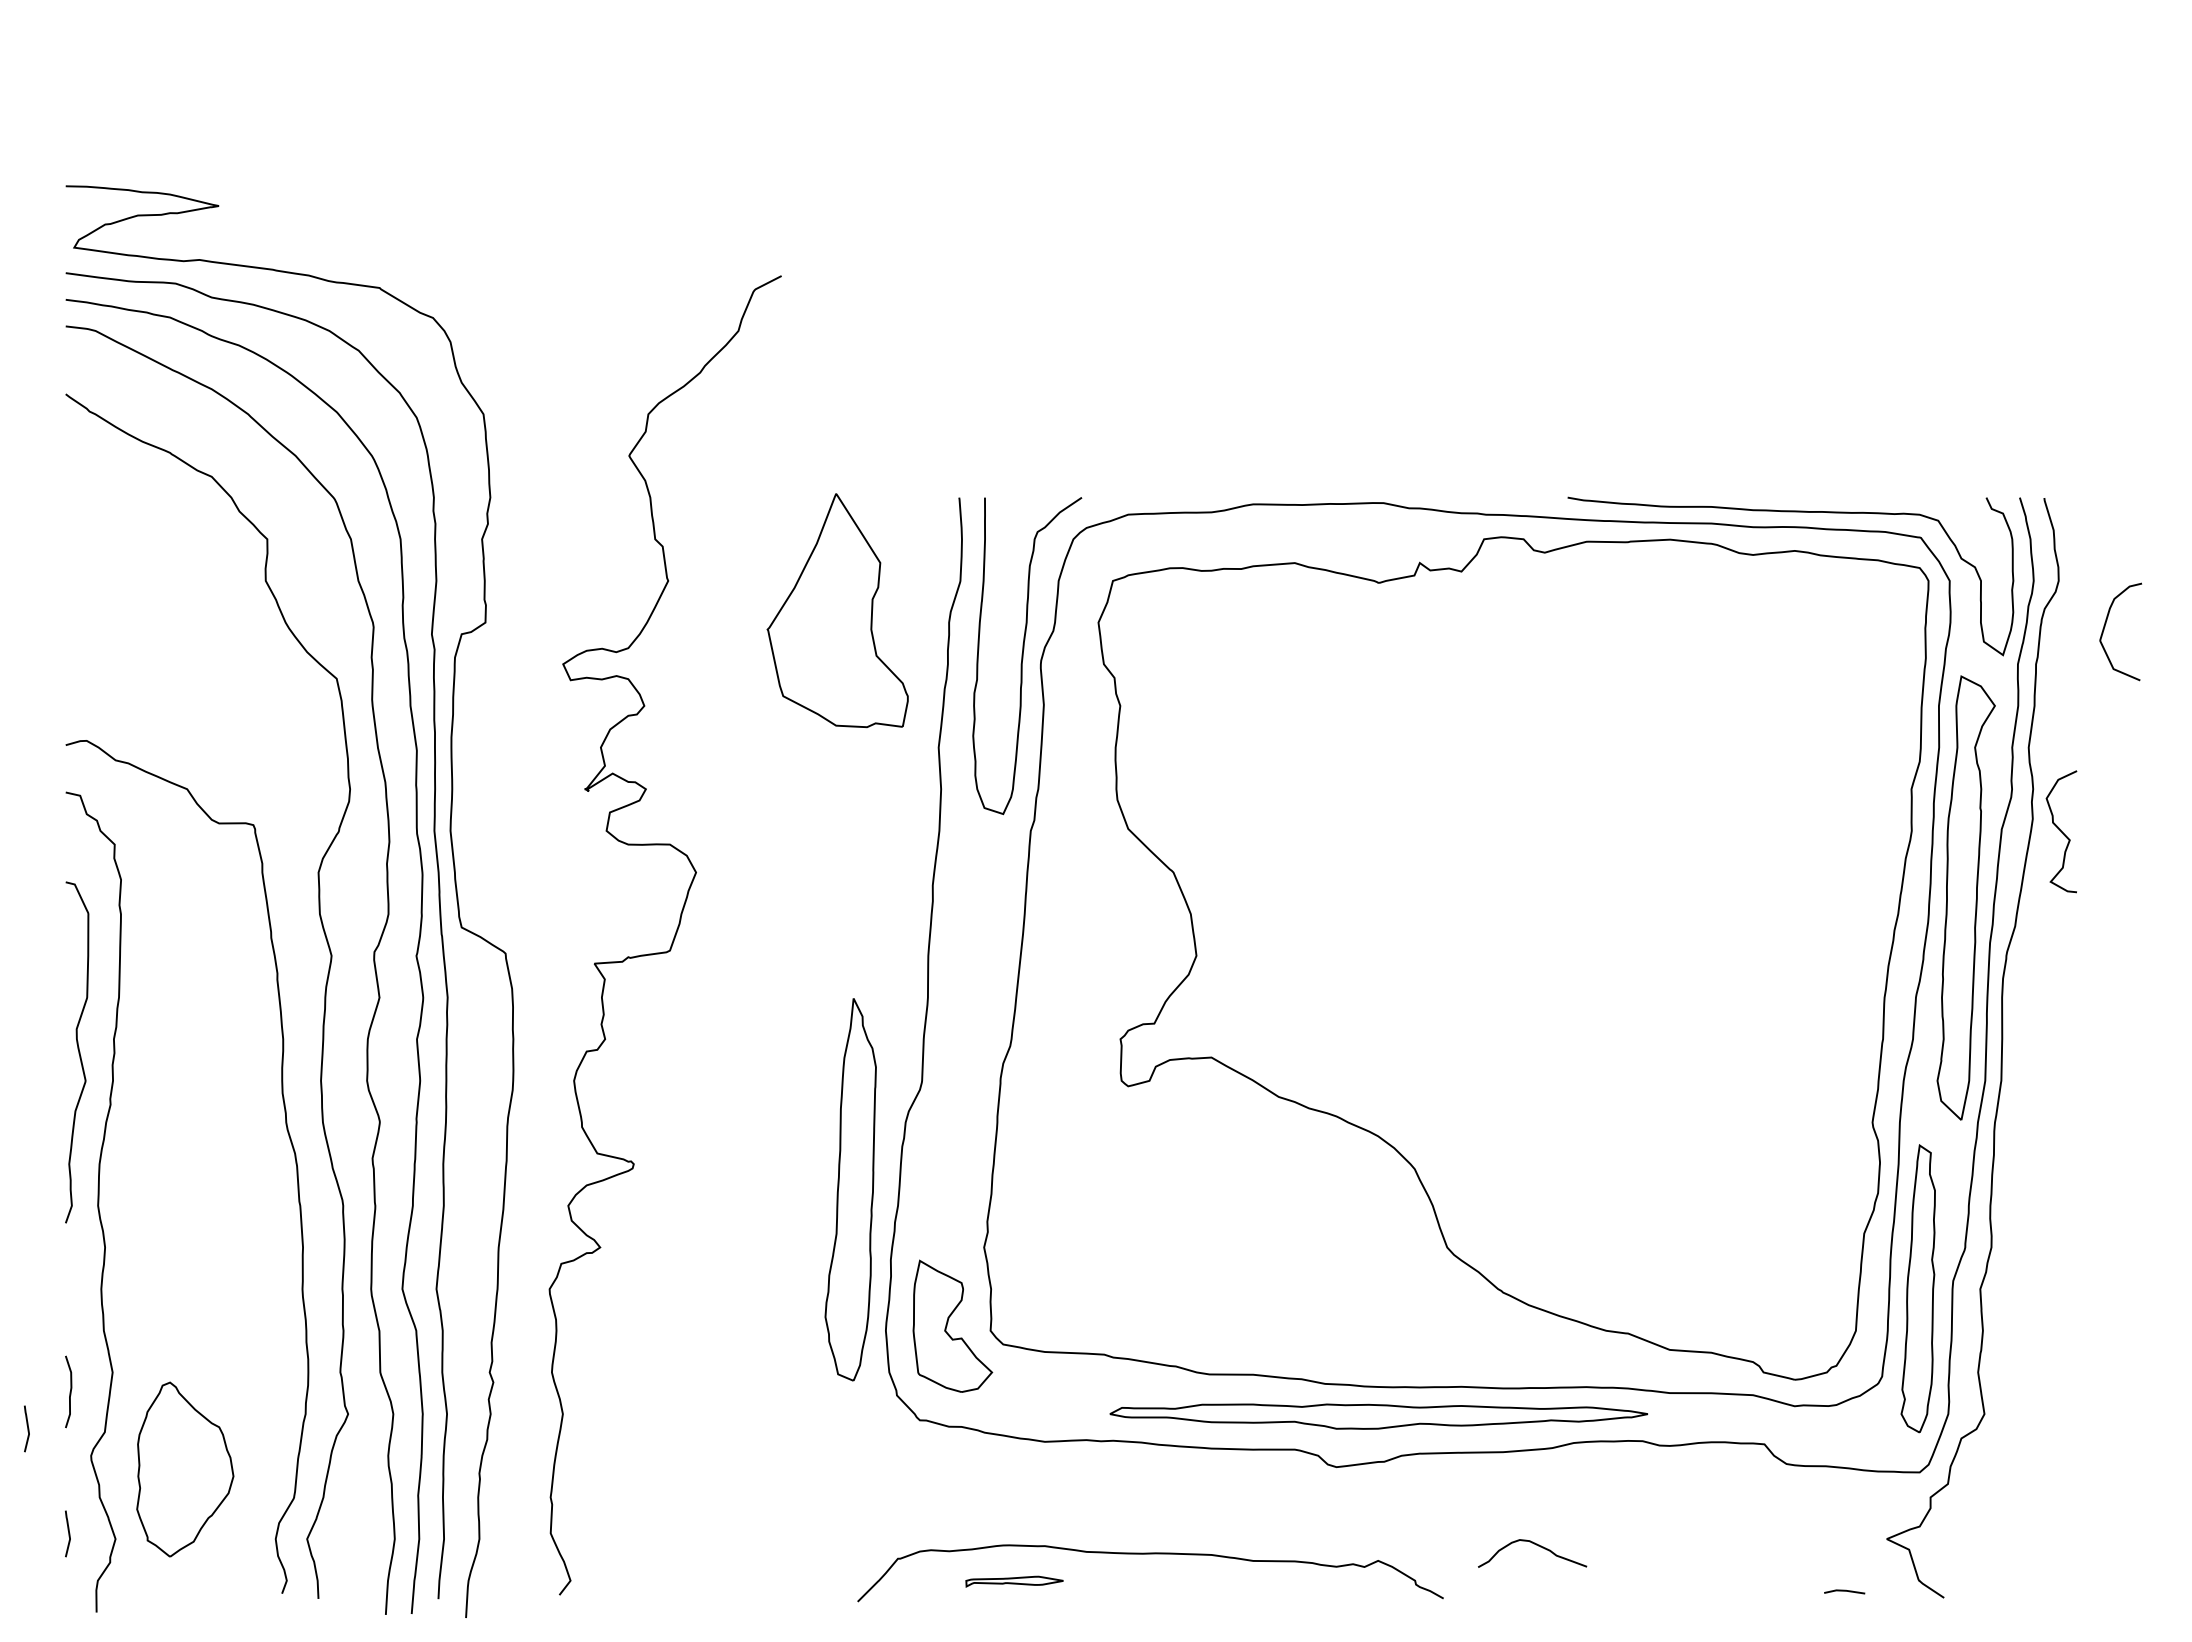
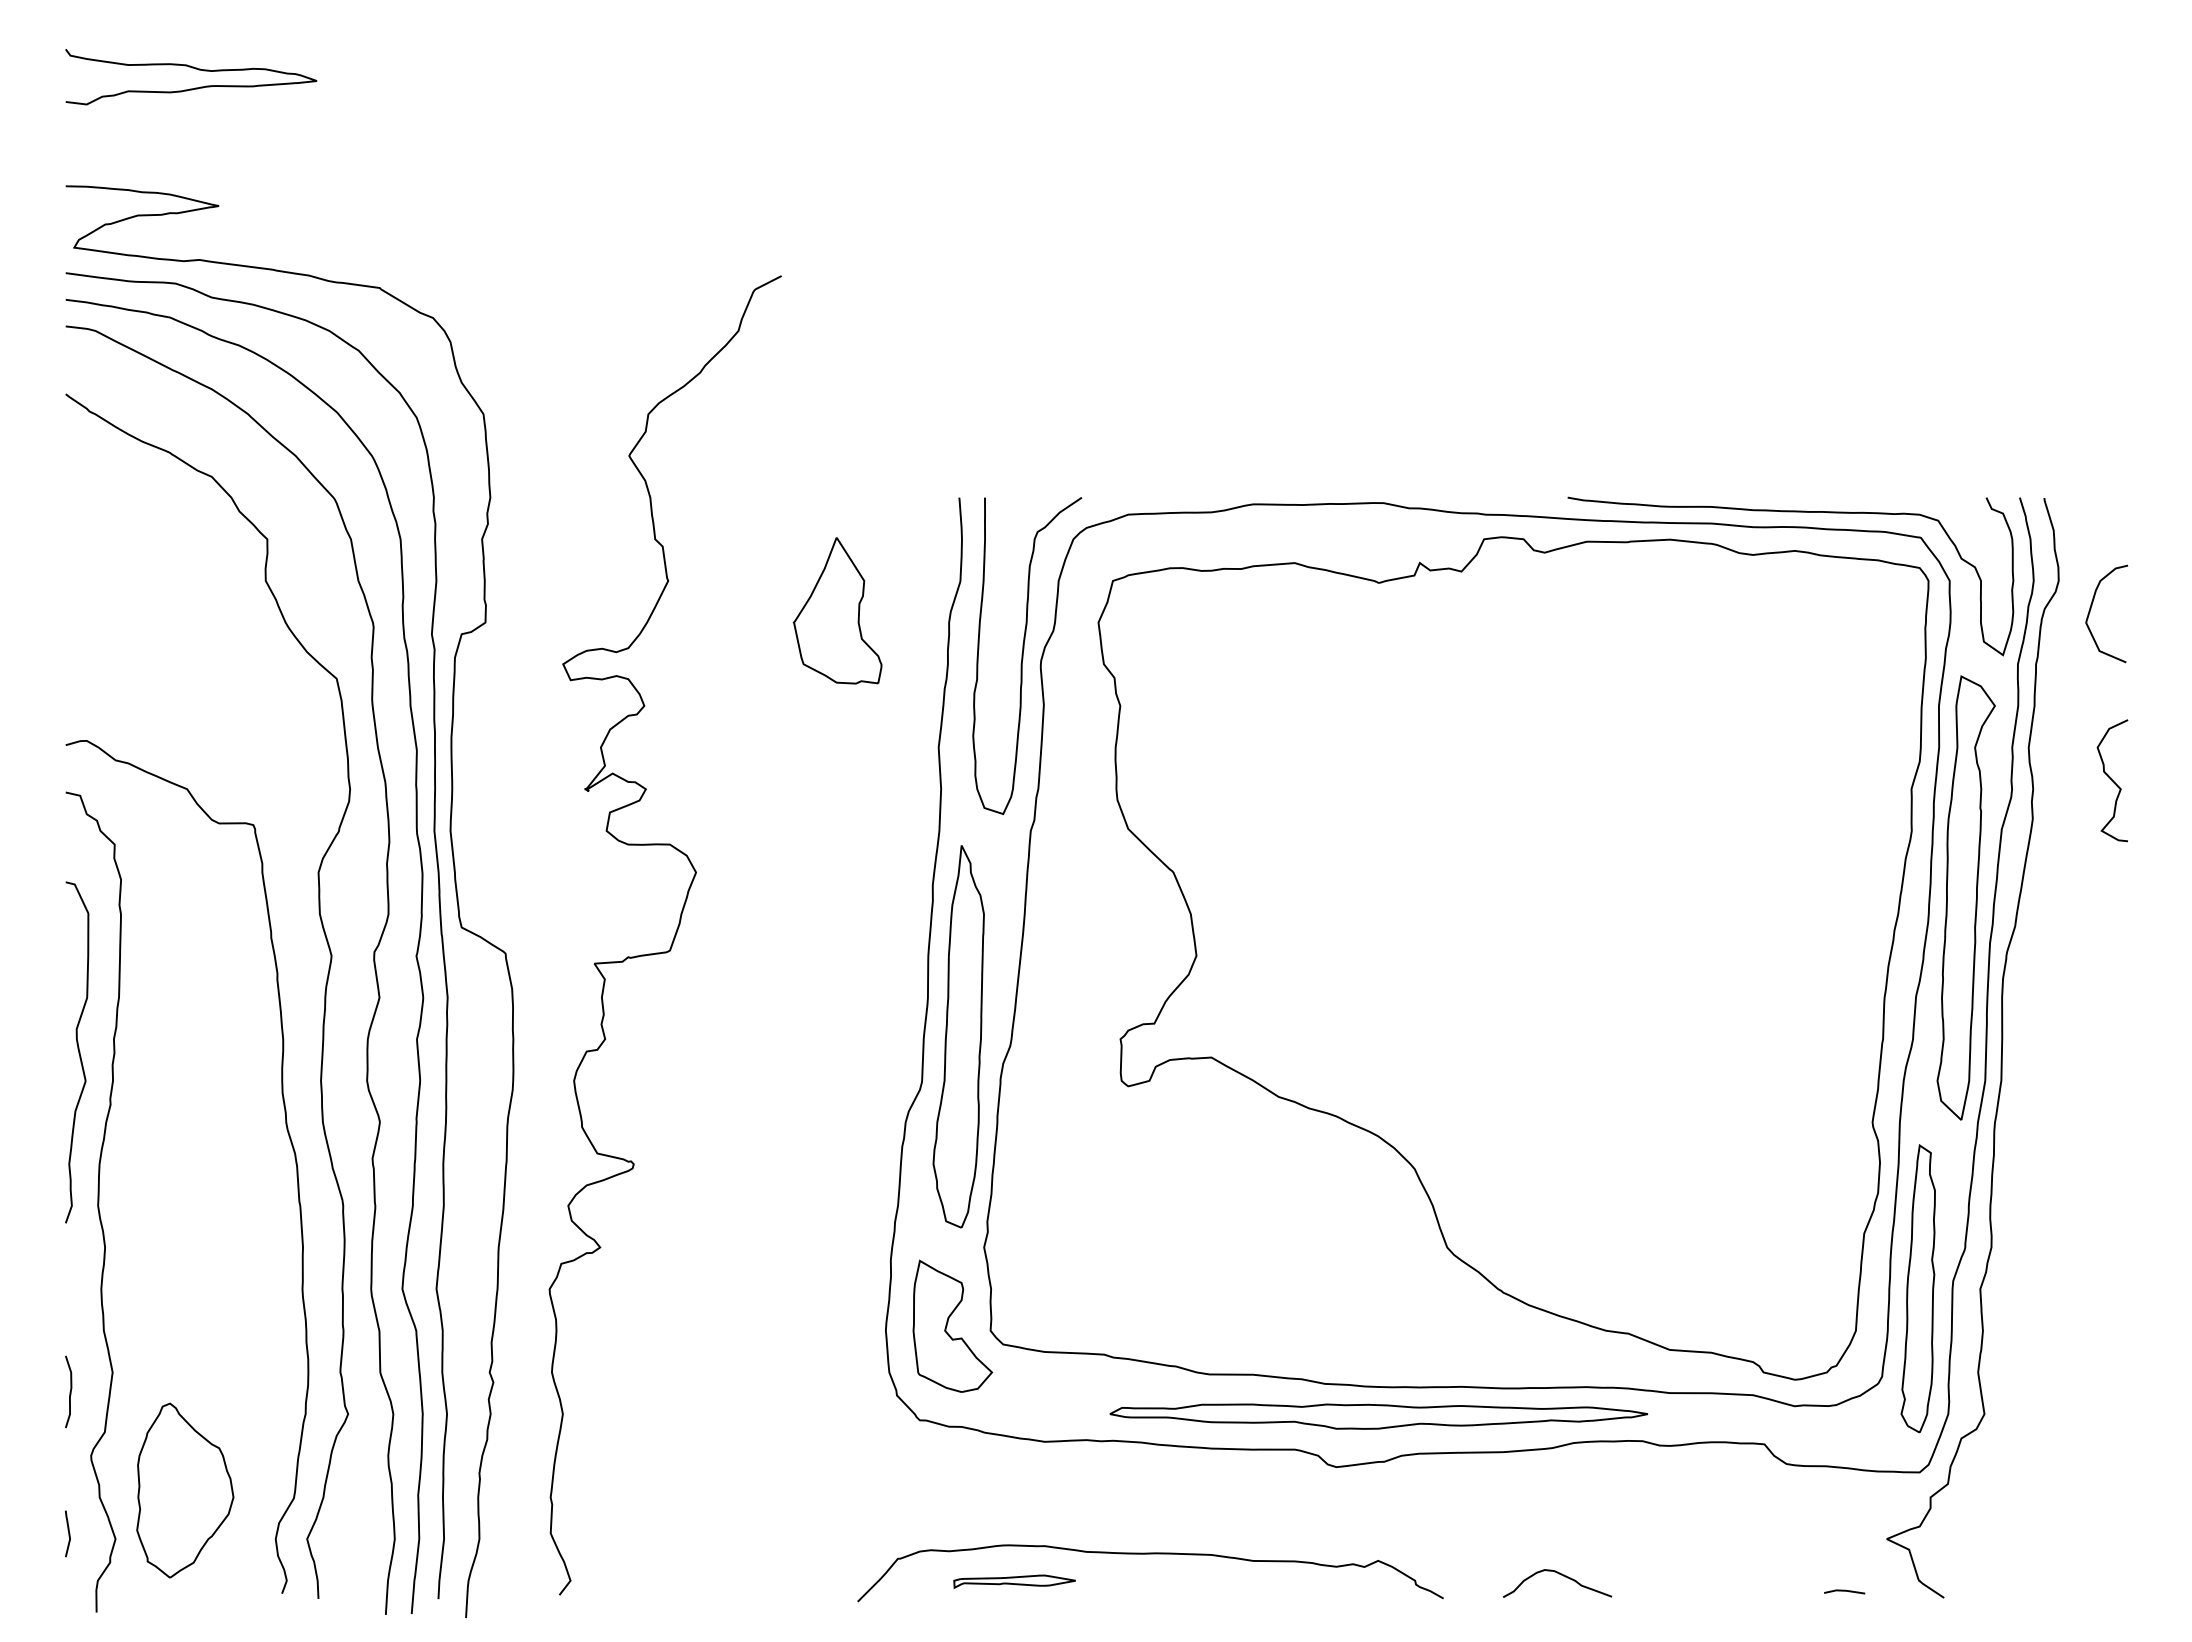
curve at (195, 69): none -> present
part at (837, 610) size: 143x236 px -> 91x148 px
curve at (2105, 627) position: (2105, 627) -> (2091, 609)
curve at (2061, 831) position: (2061, 831) -> (2112, 780)
part at (850, 1189) position: (850, 1189) -> (958, 1036)
line at (27, 1428): present -> none
part at (185, 1469) position: (185, 1469) -> (185, 1490)
curve at (1536, 1545) position: (1536, 1545) -> (1561, 1575)
part at (1014, 1581) size: 99x13 px -> 123x15 px
